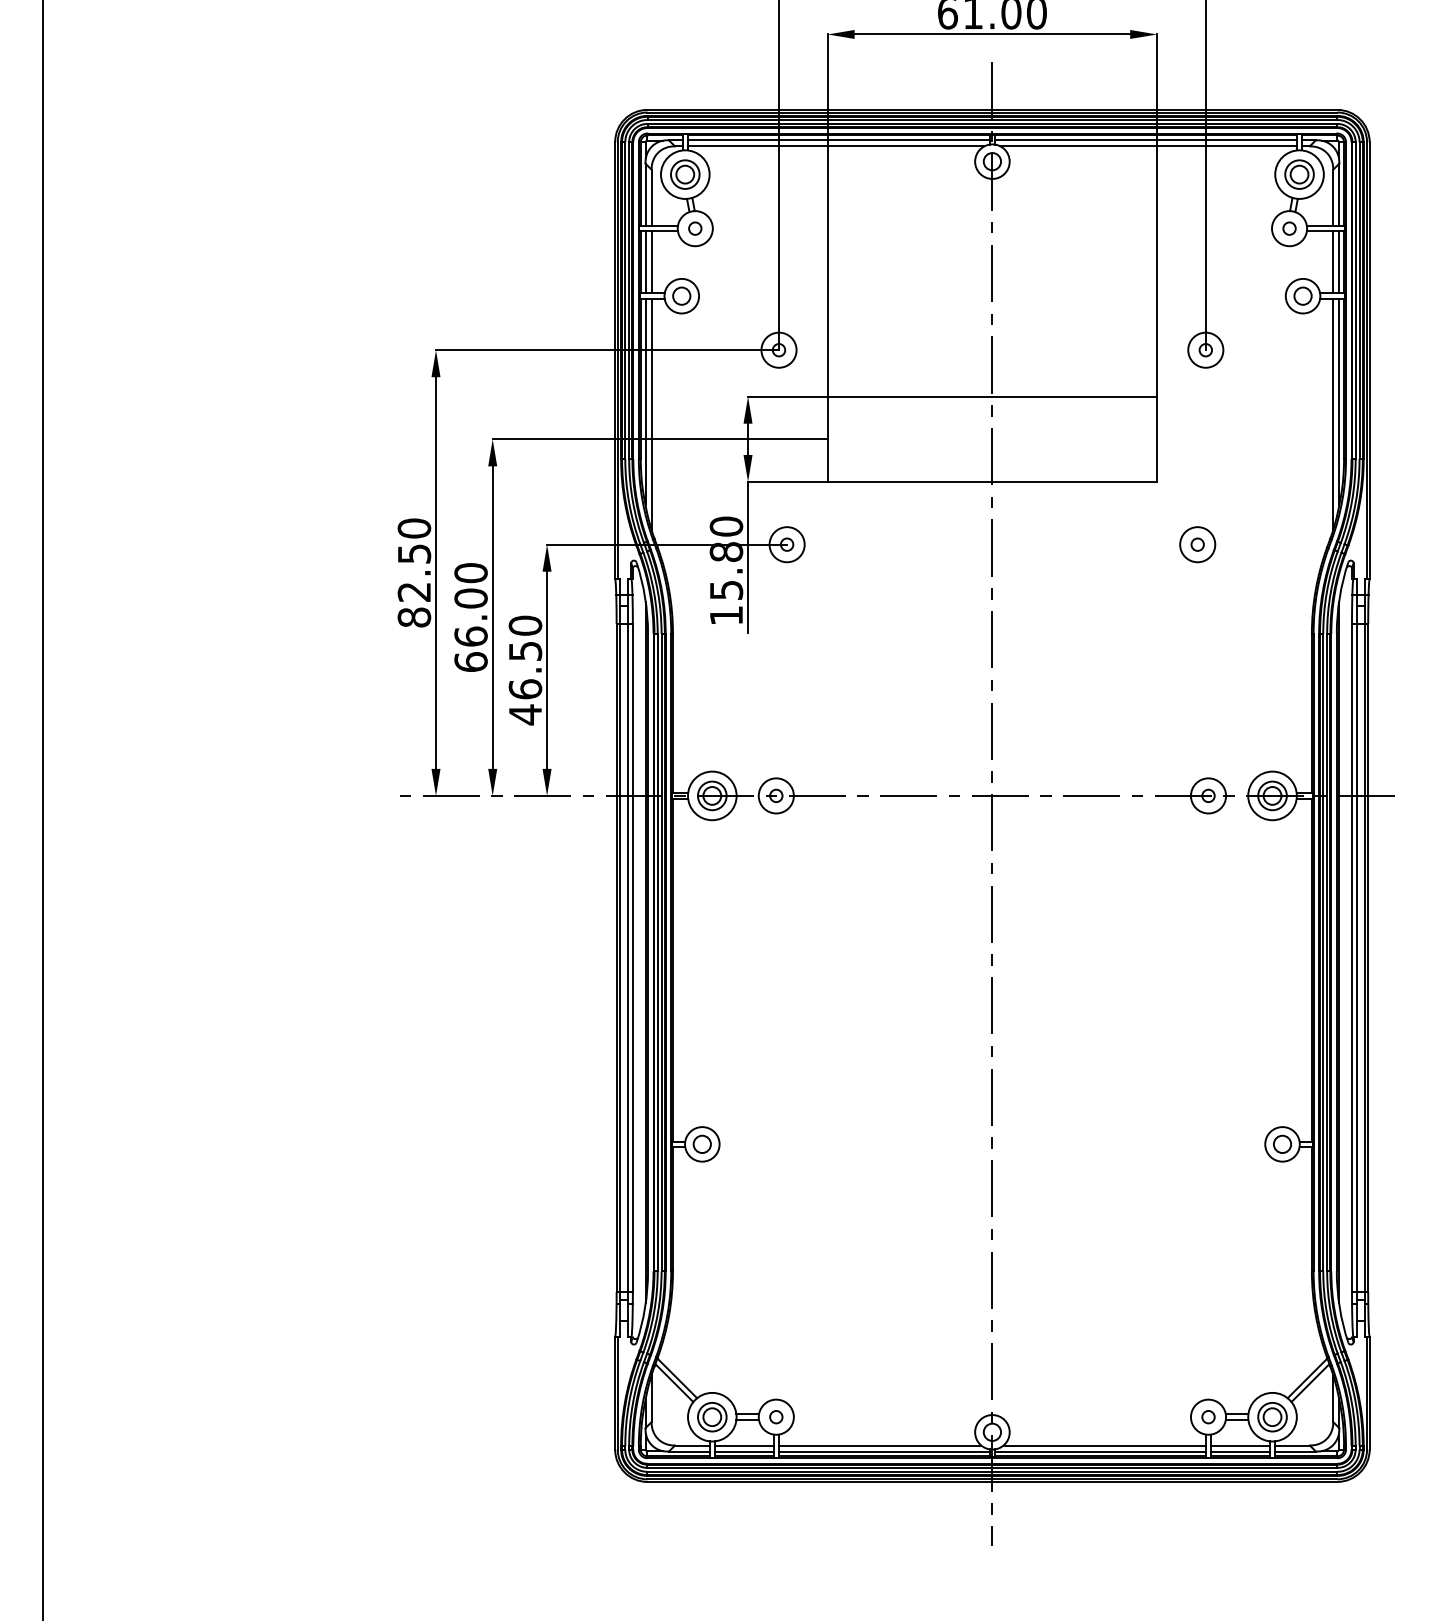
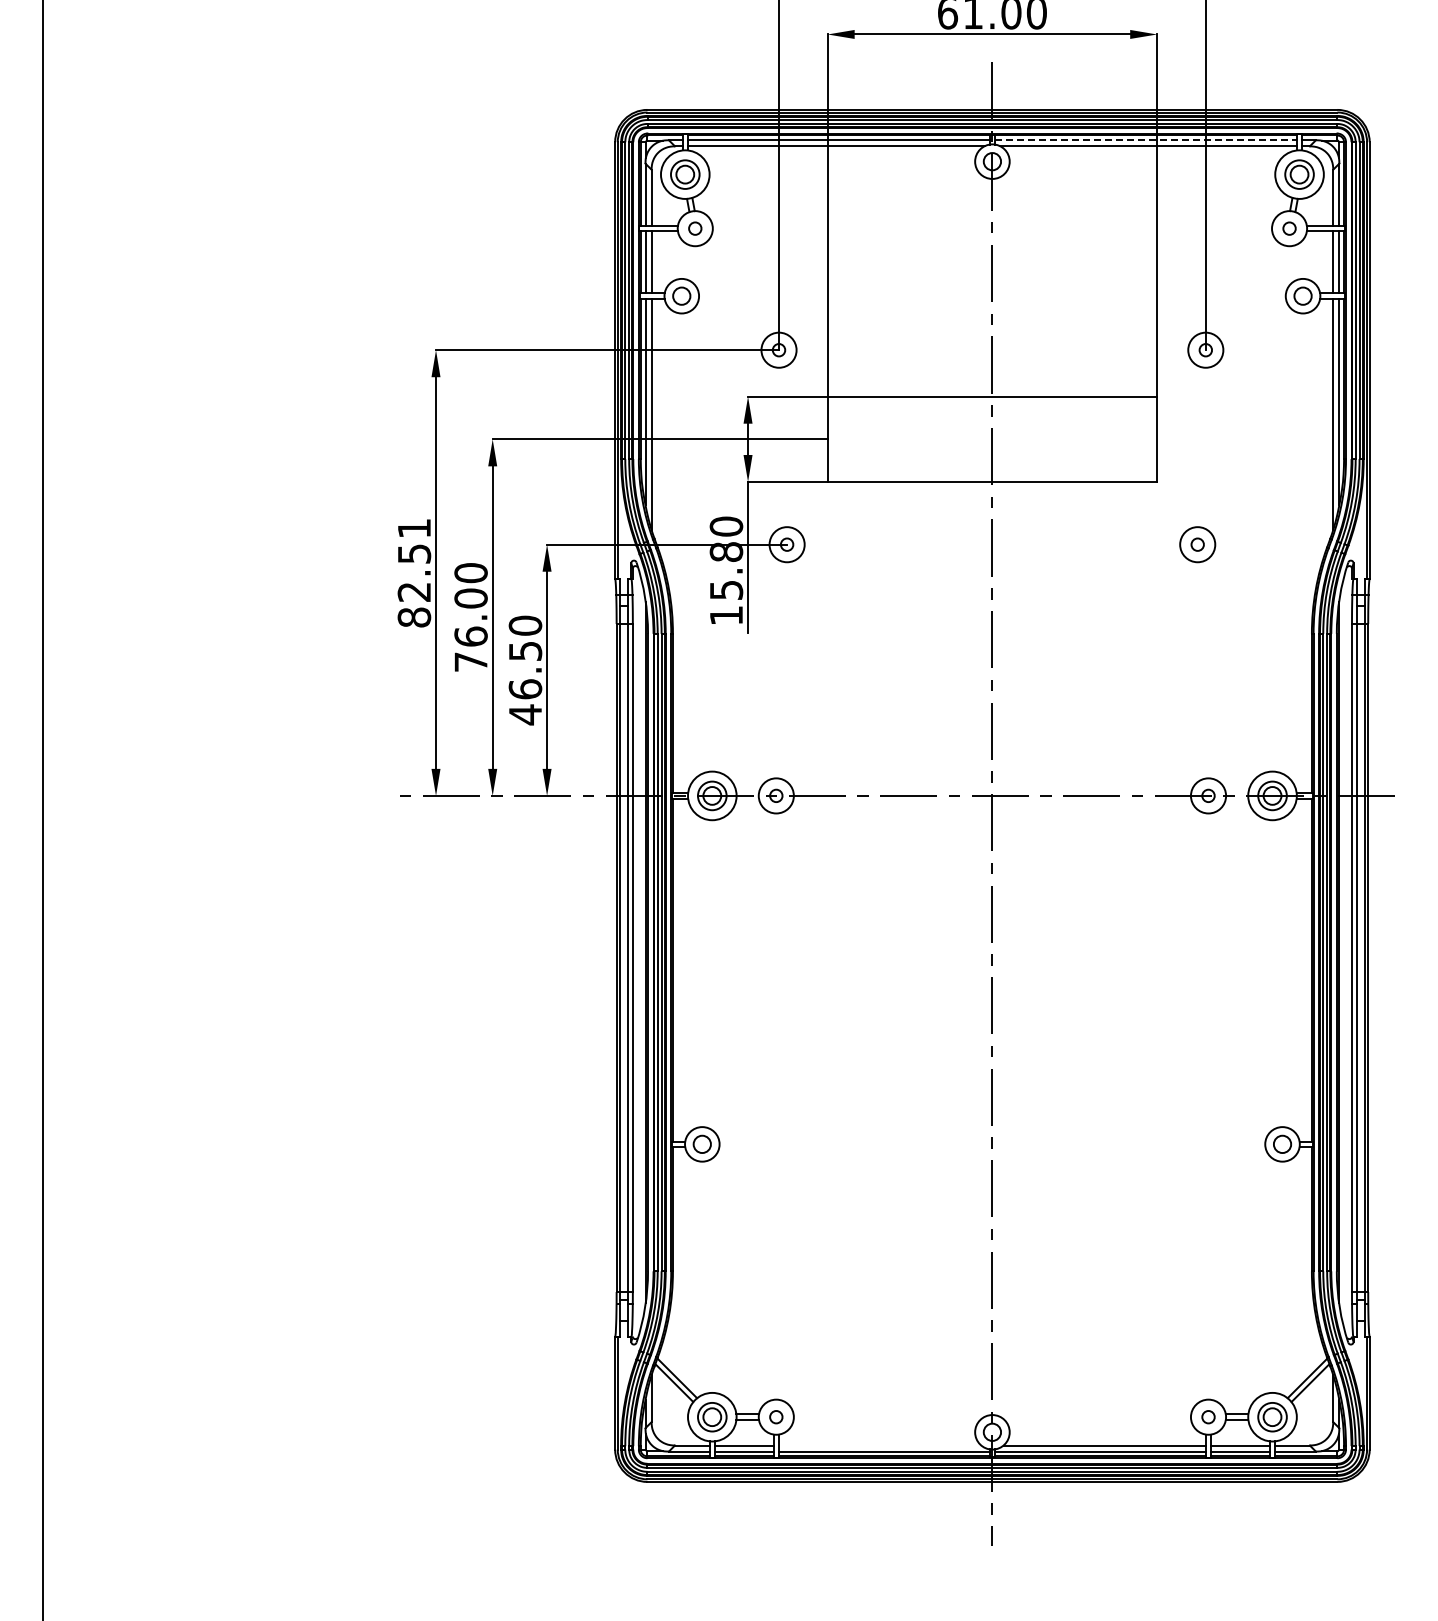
line at (1145, 140): solid -> dashed
text at (414, 528): 82.50 -> 82.51
text at (470, 661): 66.00 -> 76.00
line at (880, 1445): present -> none
